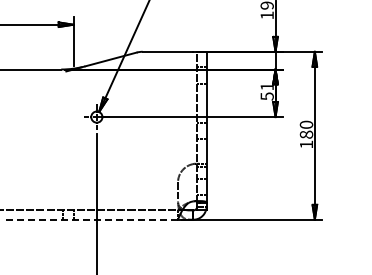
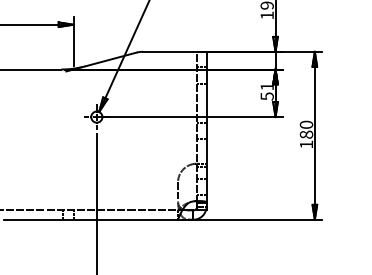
line at (90, 219): dashed -> solid
